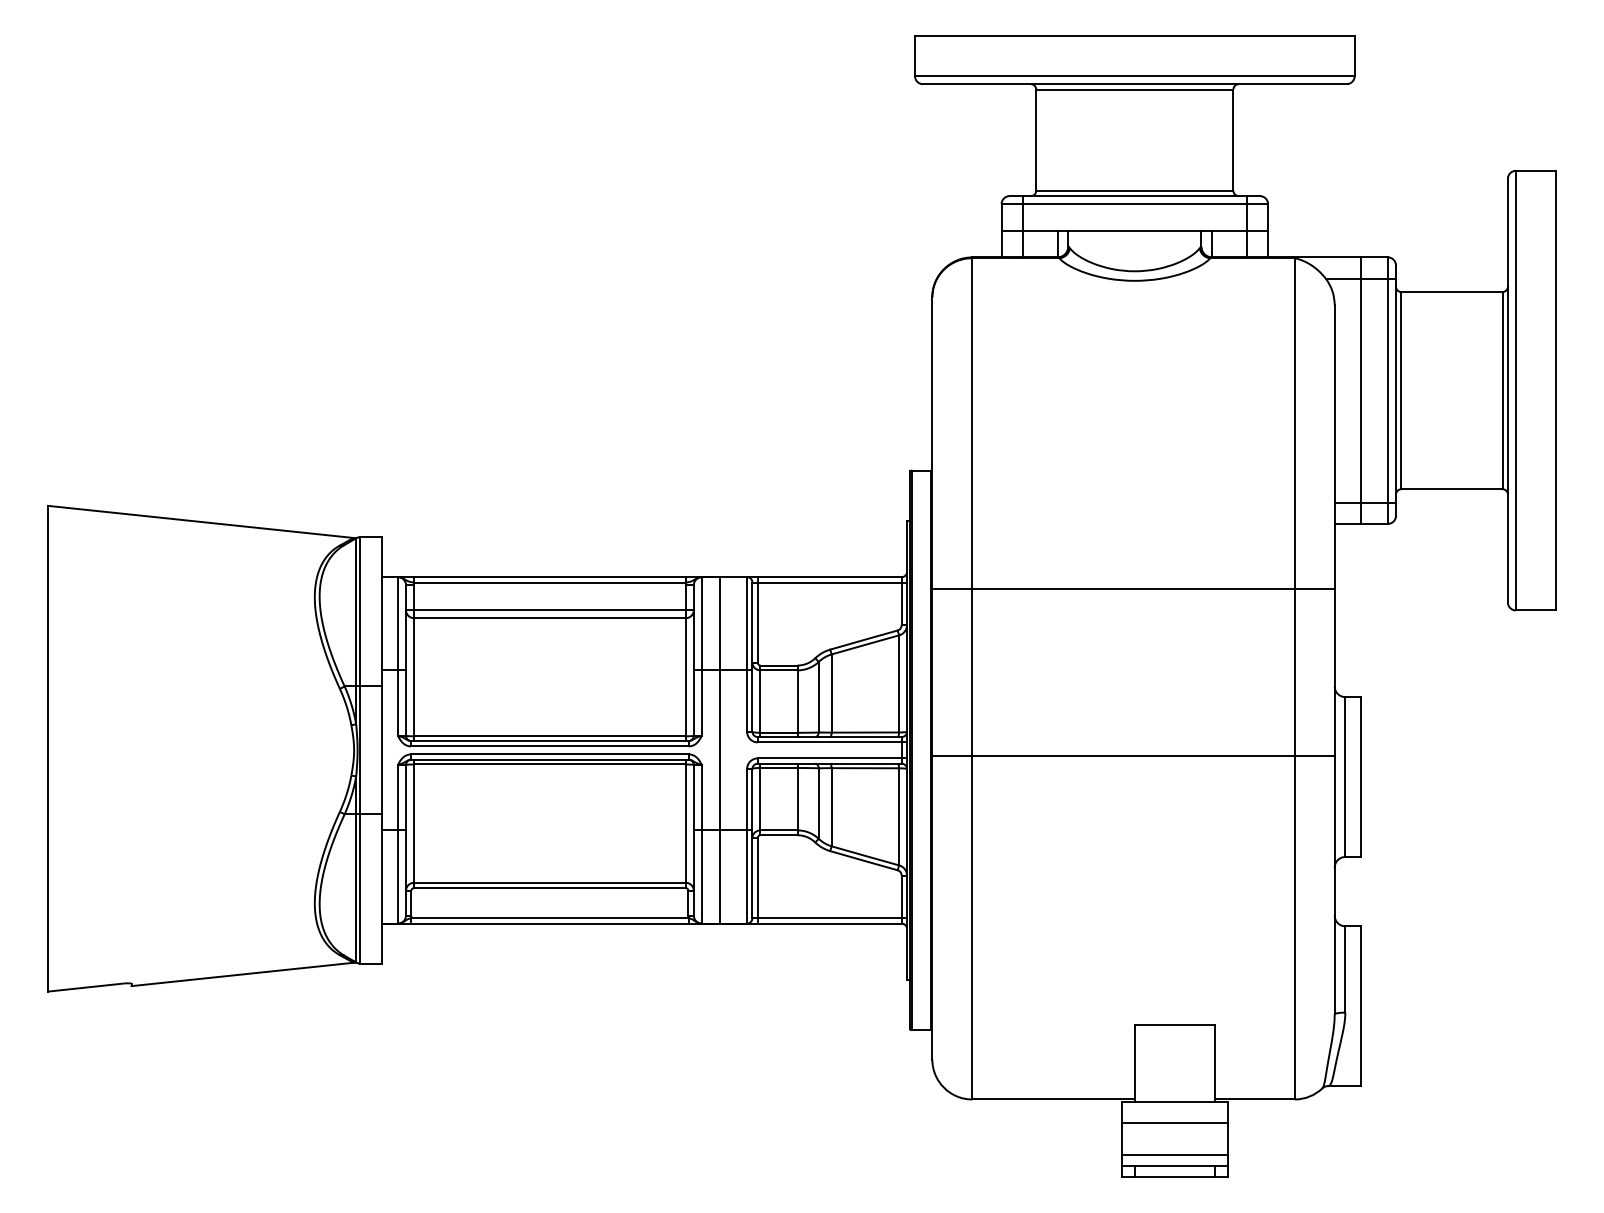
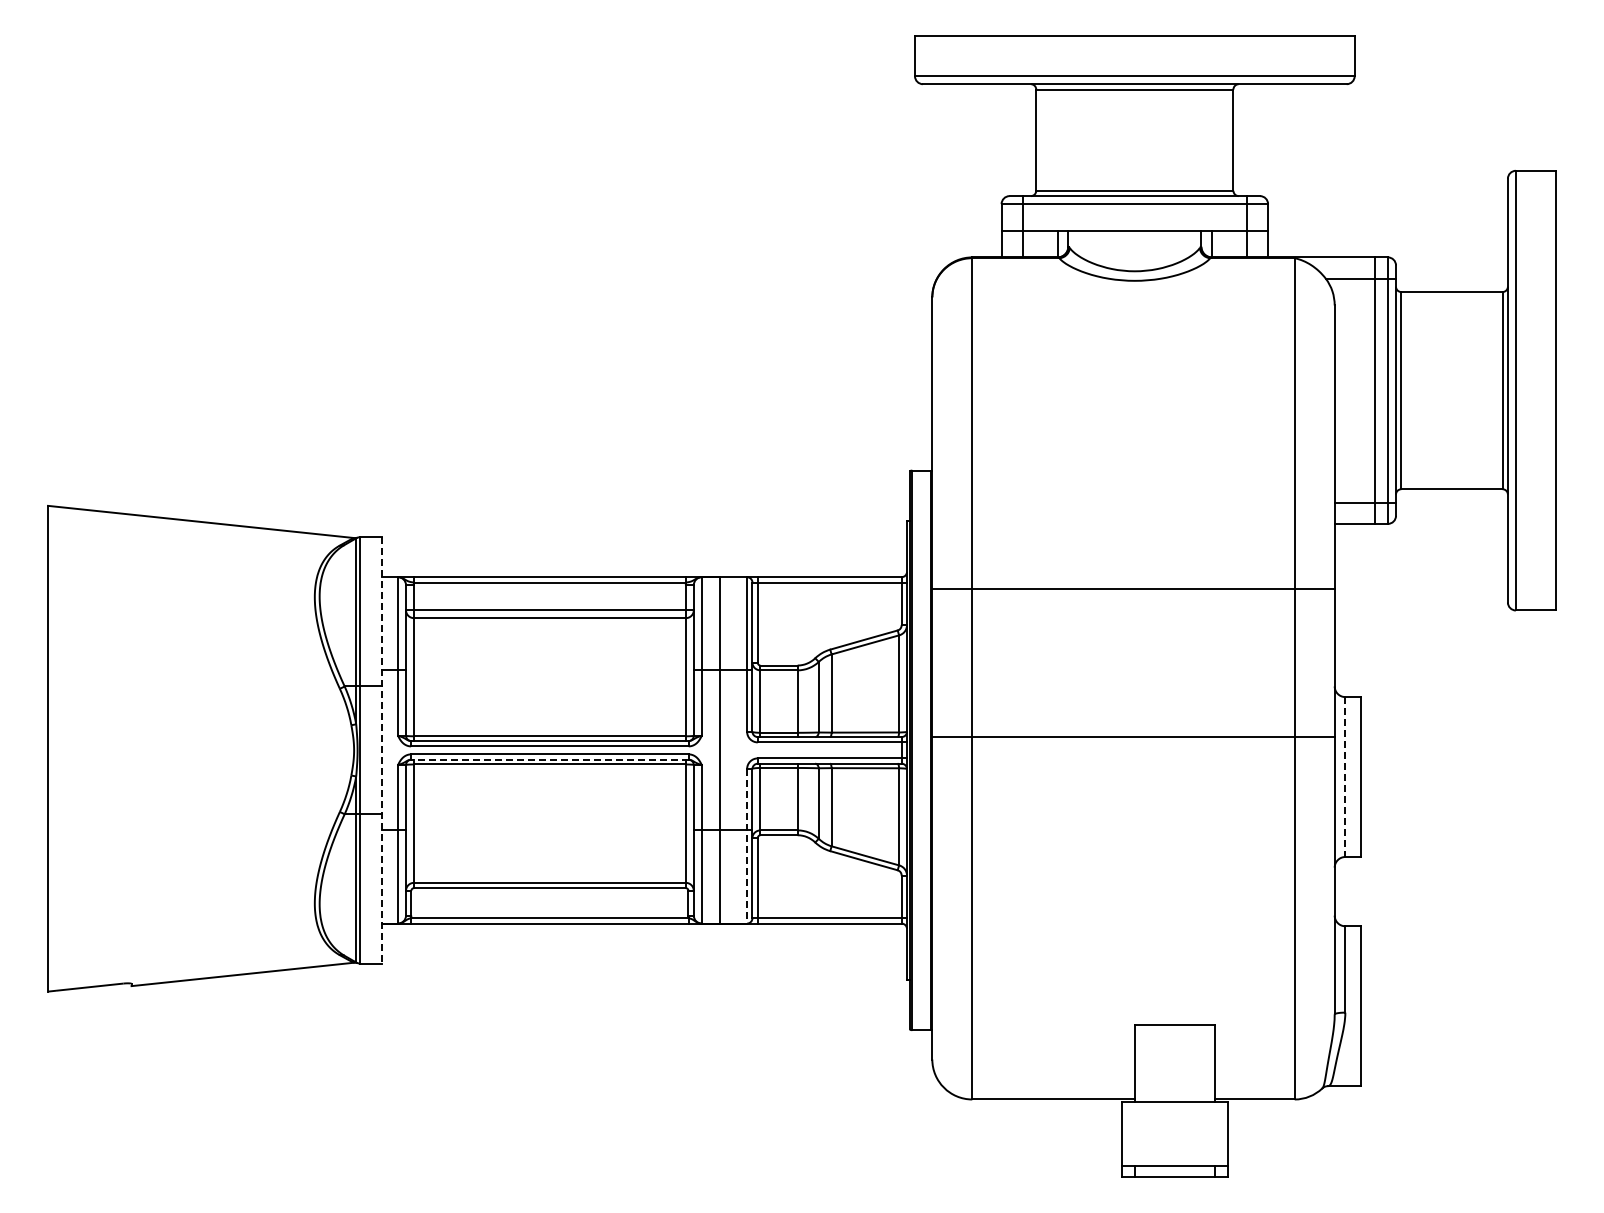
line at (1361, 390) position: (1361, 390) -> (1375, 390)
line at (382, 750): solid -> dashed
line at (1133, 755) position: (1133, 755) -> (1133, 736)
line at (549, 759): solid -> dashed
line at (1345, 777): solid -> dashed
line at (747, 846): solid -> dashed
line at (1174, 1123): present -> none
line at (1174, 1155): present -> none
